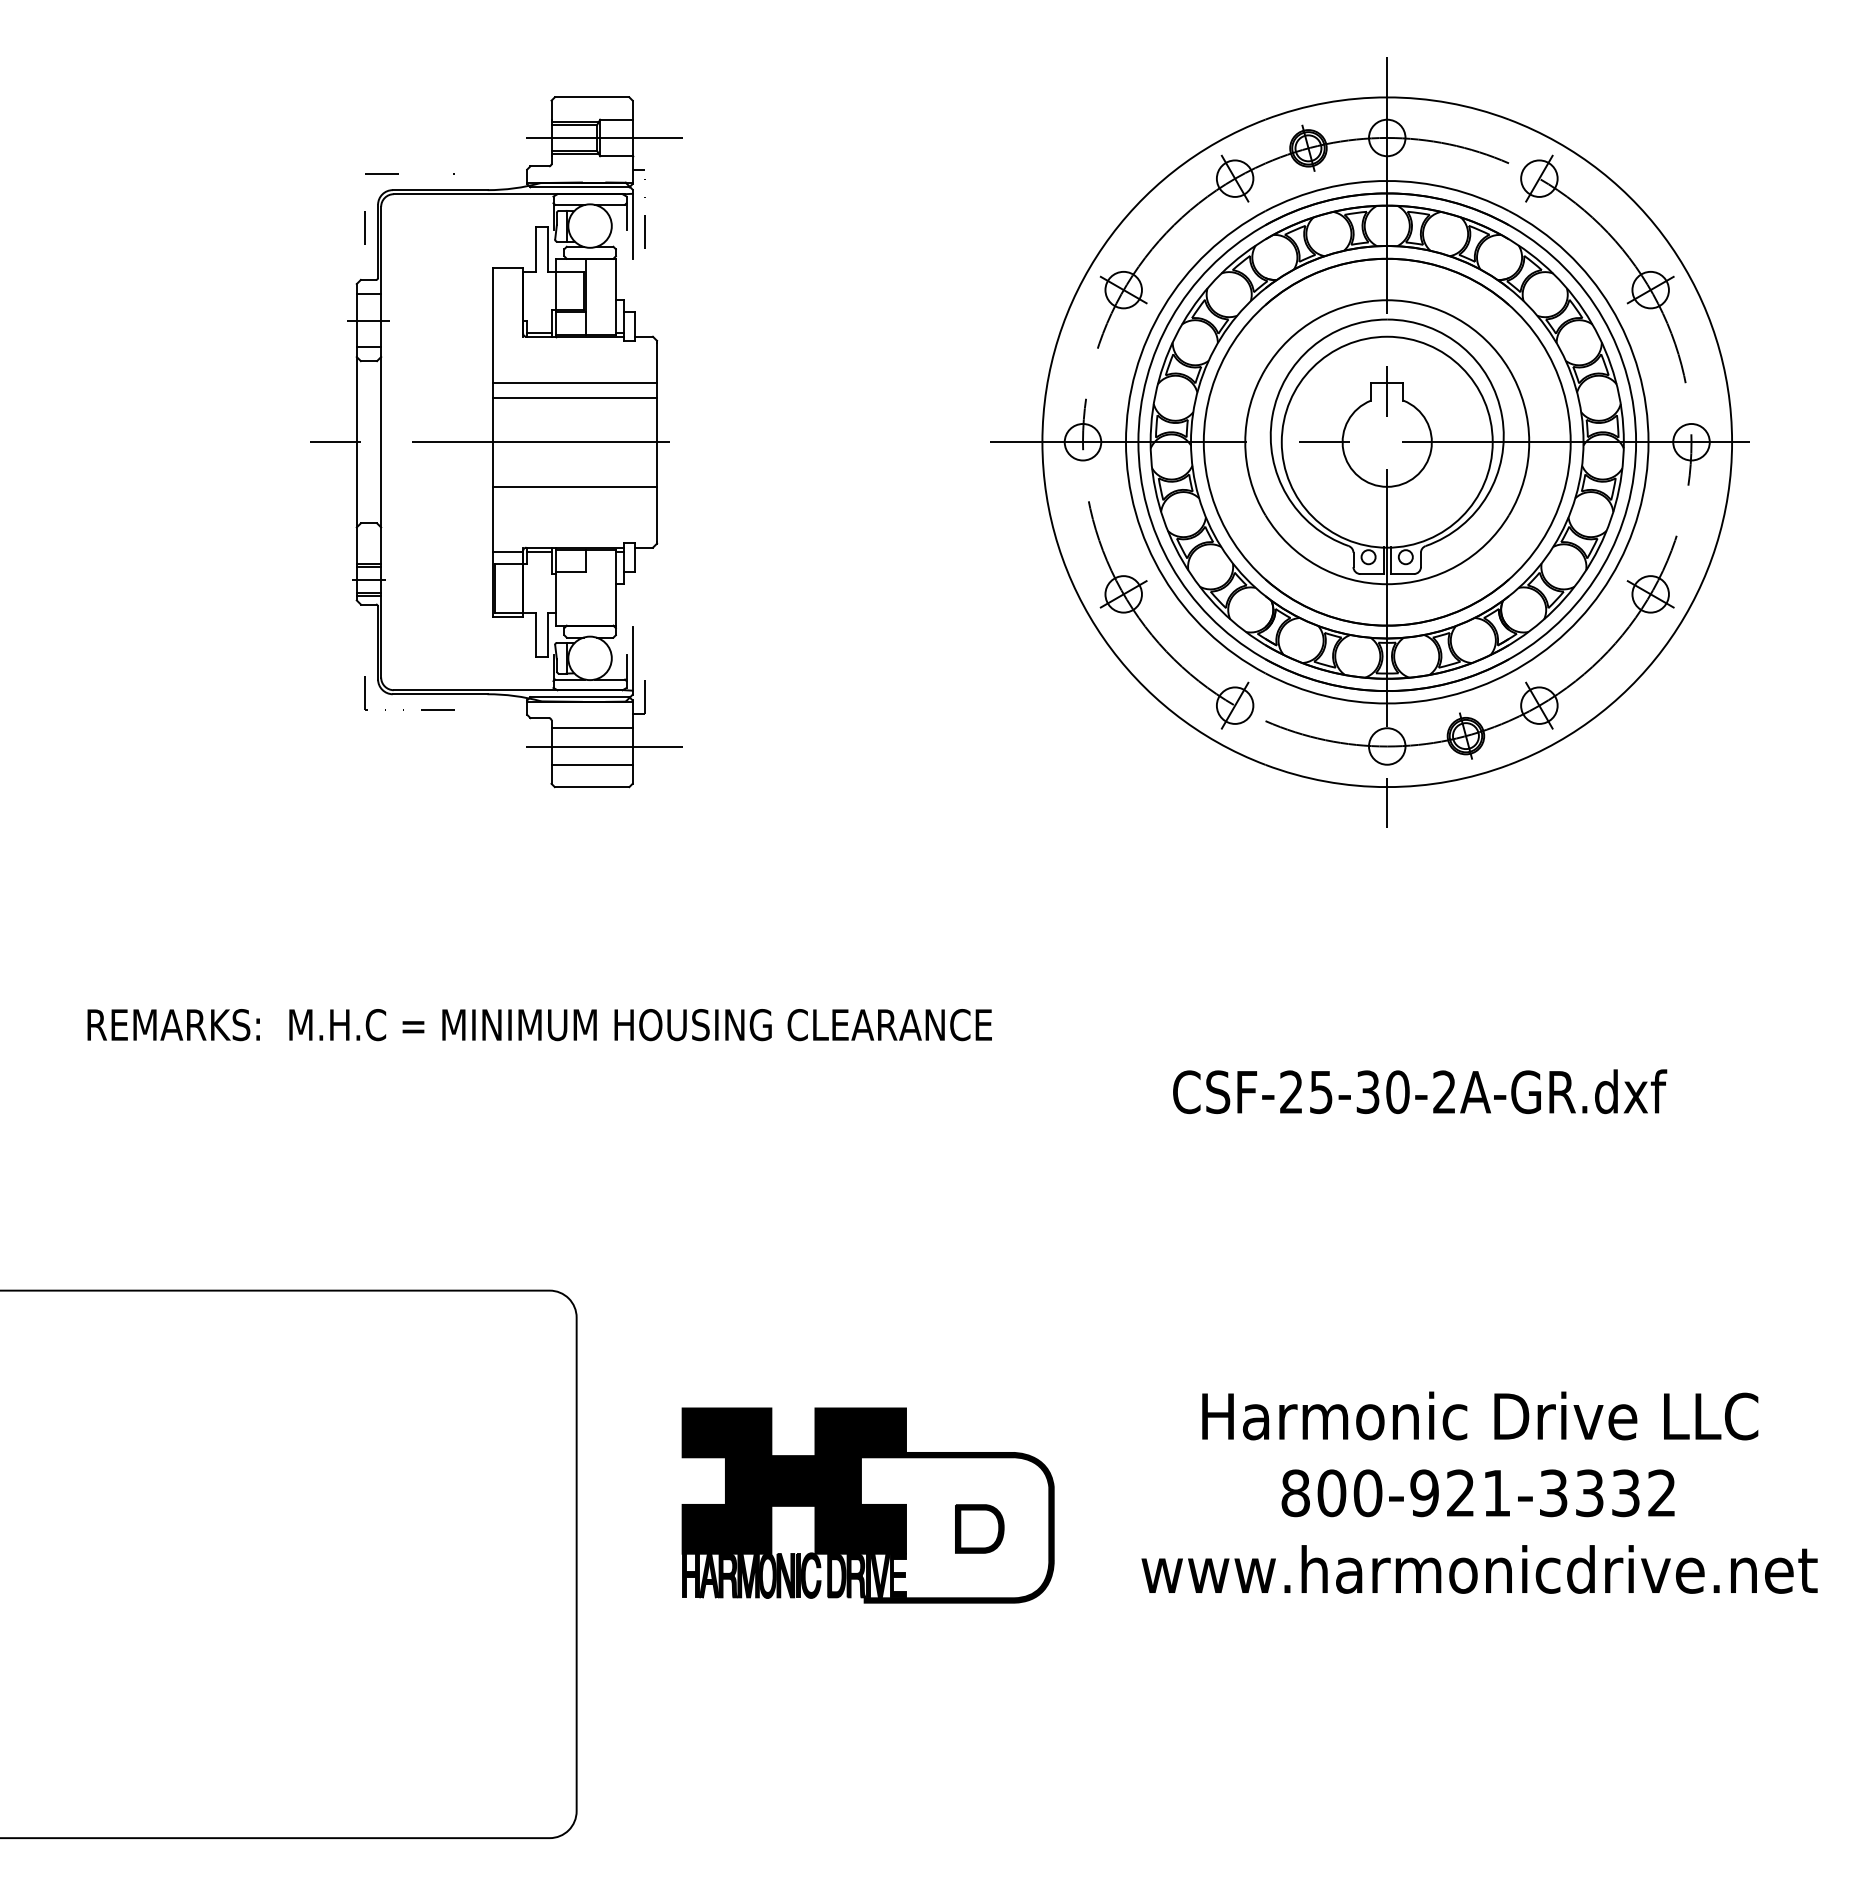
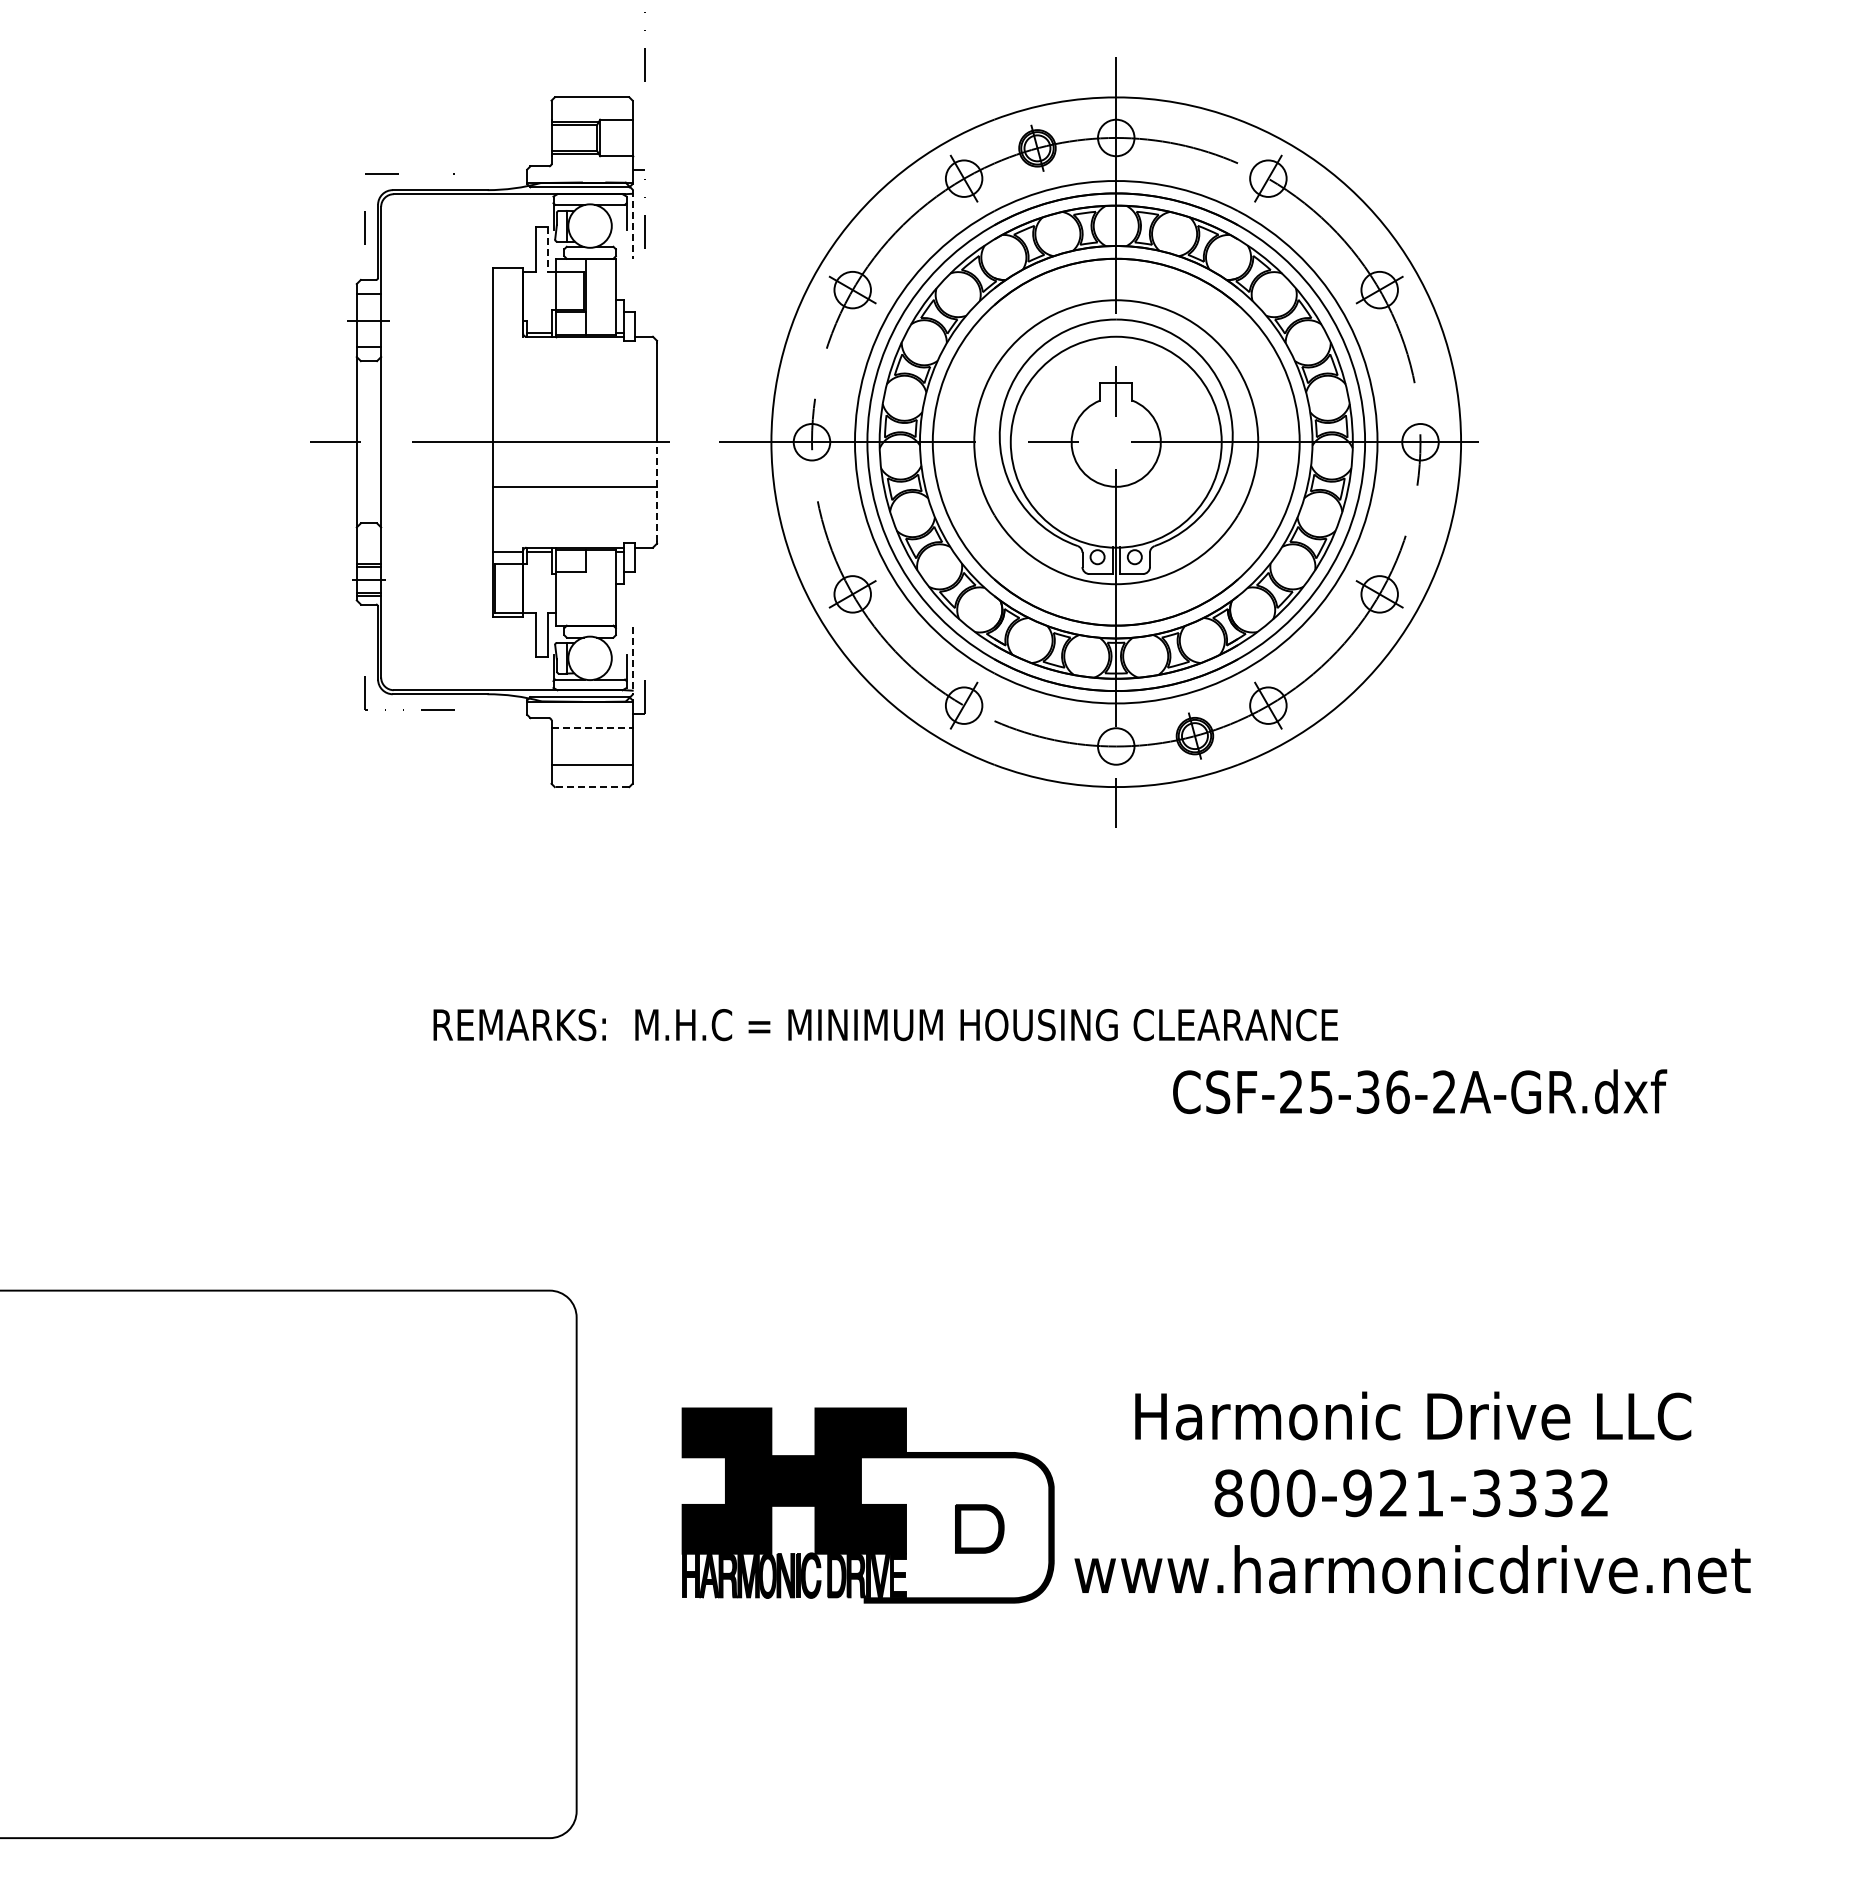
line at (644, 48): none -> present
line at (604, 137): present -> none
line at (632, 224): solid -> dashed
line at (547, 250): solid -> dashed
line at (575, 383): present -> none
line at (575, 397): present -> none
part at (1369, 442) position: (1369, 442) -> (1098, 442)
line at (657, 491): solid -> dashed
line at (632, 661): solid -> dashed
line at (592, 728): solid -> dashed
line at (604, 746): present -> none
line at (591, 787): solid -> dashed
text at (539, 1025) position: (539, 1025) -> (885, 1025)
text at (1397, 1091): CSF-25-30-2A-GR.dxf -> CSF-25-36-2A-GR.dxf
text at (1479, 1492) position: (1479, 1492) -> (1412, 1492)
